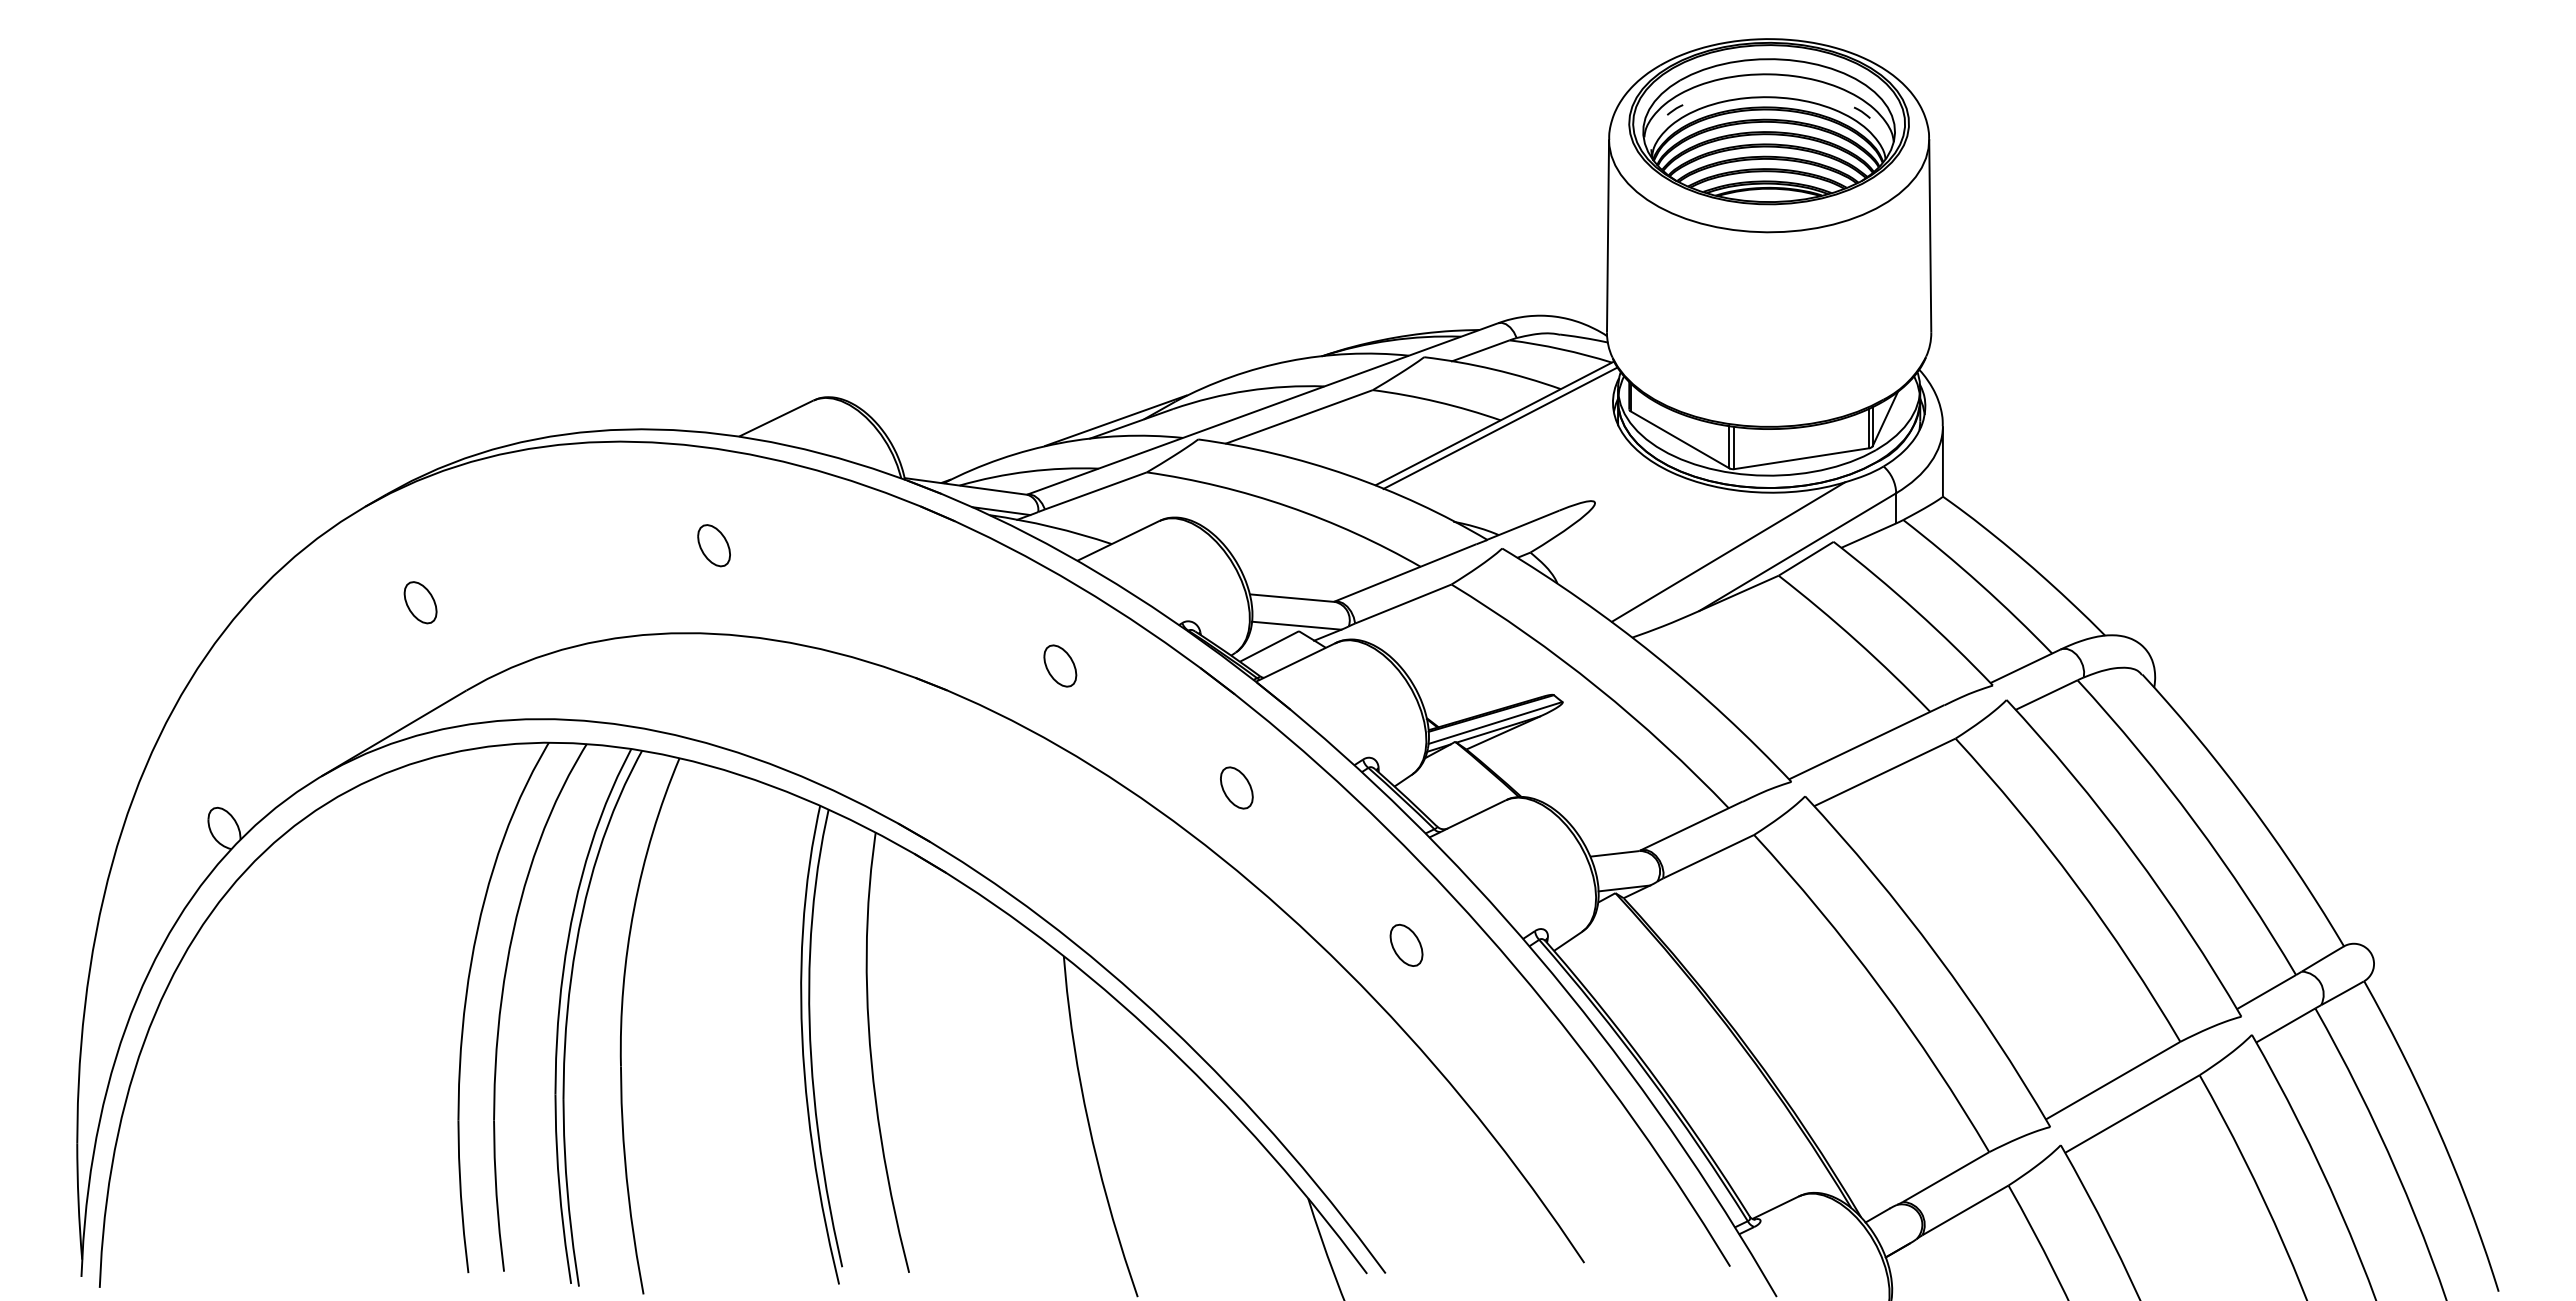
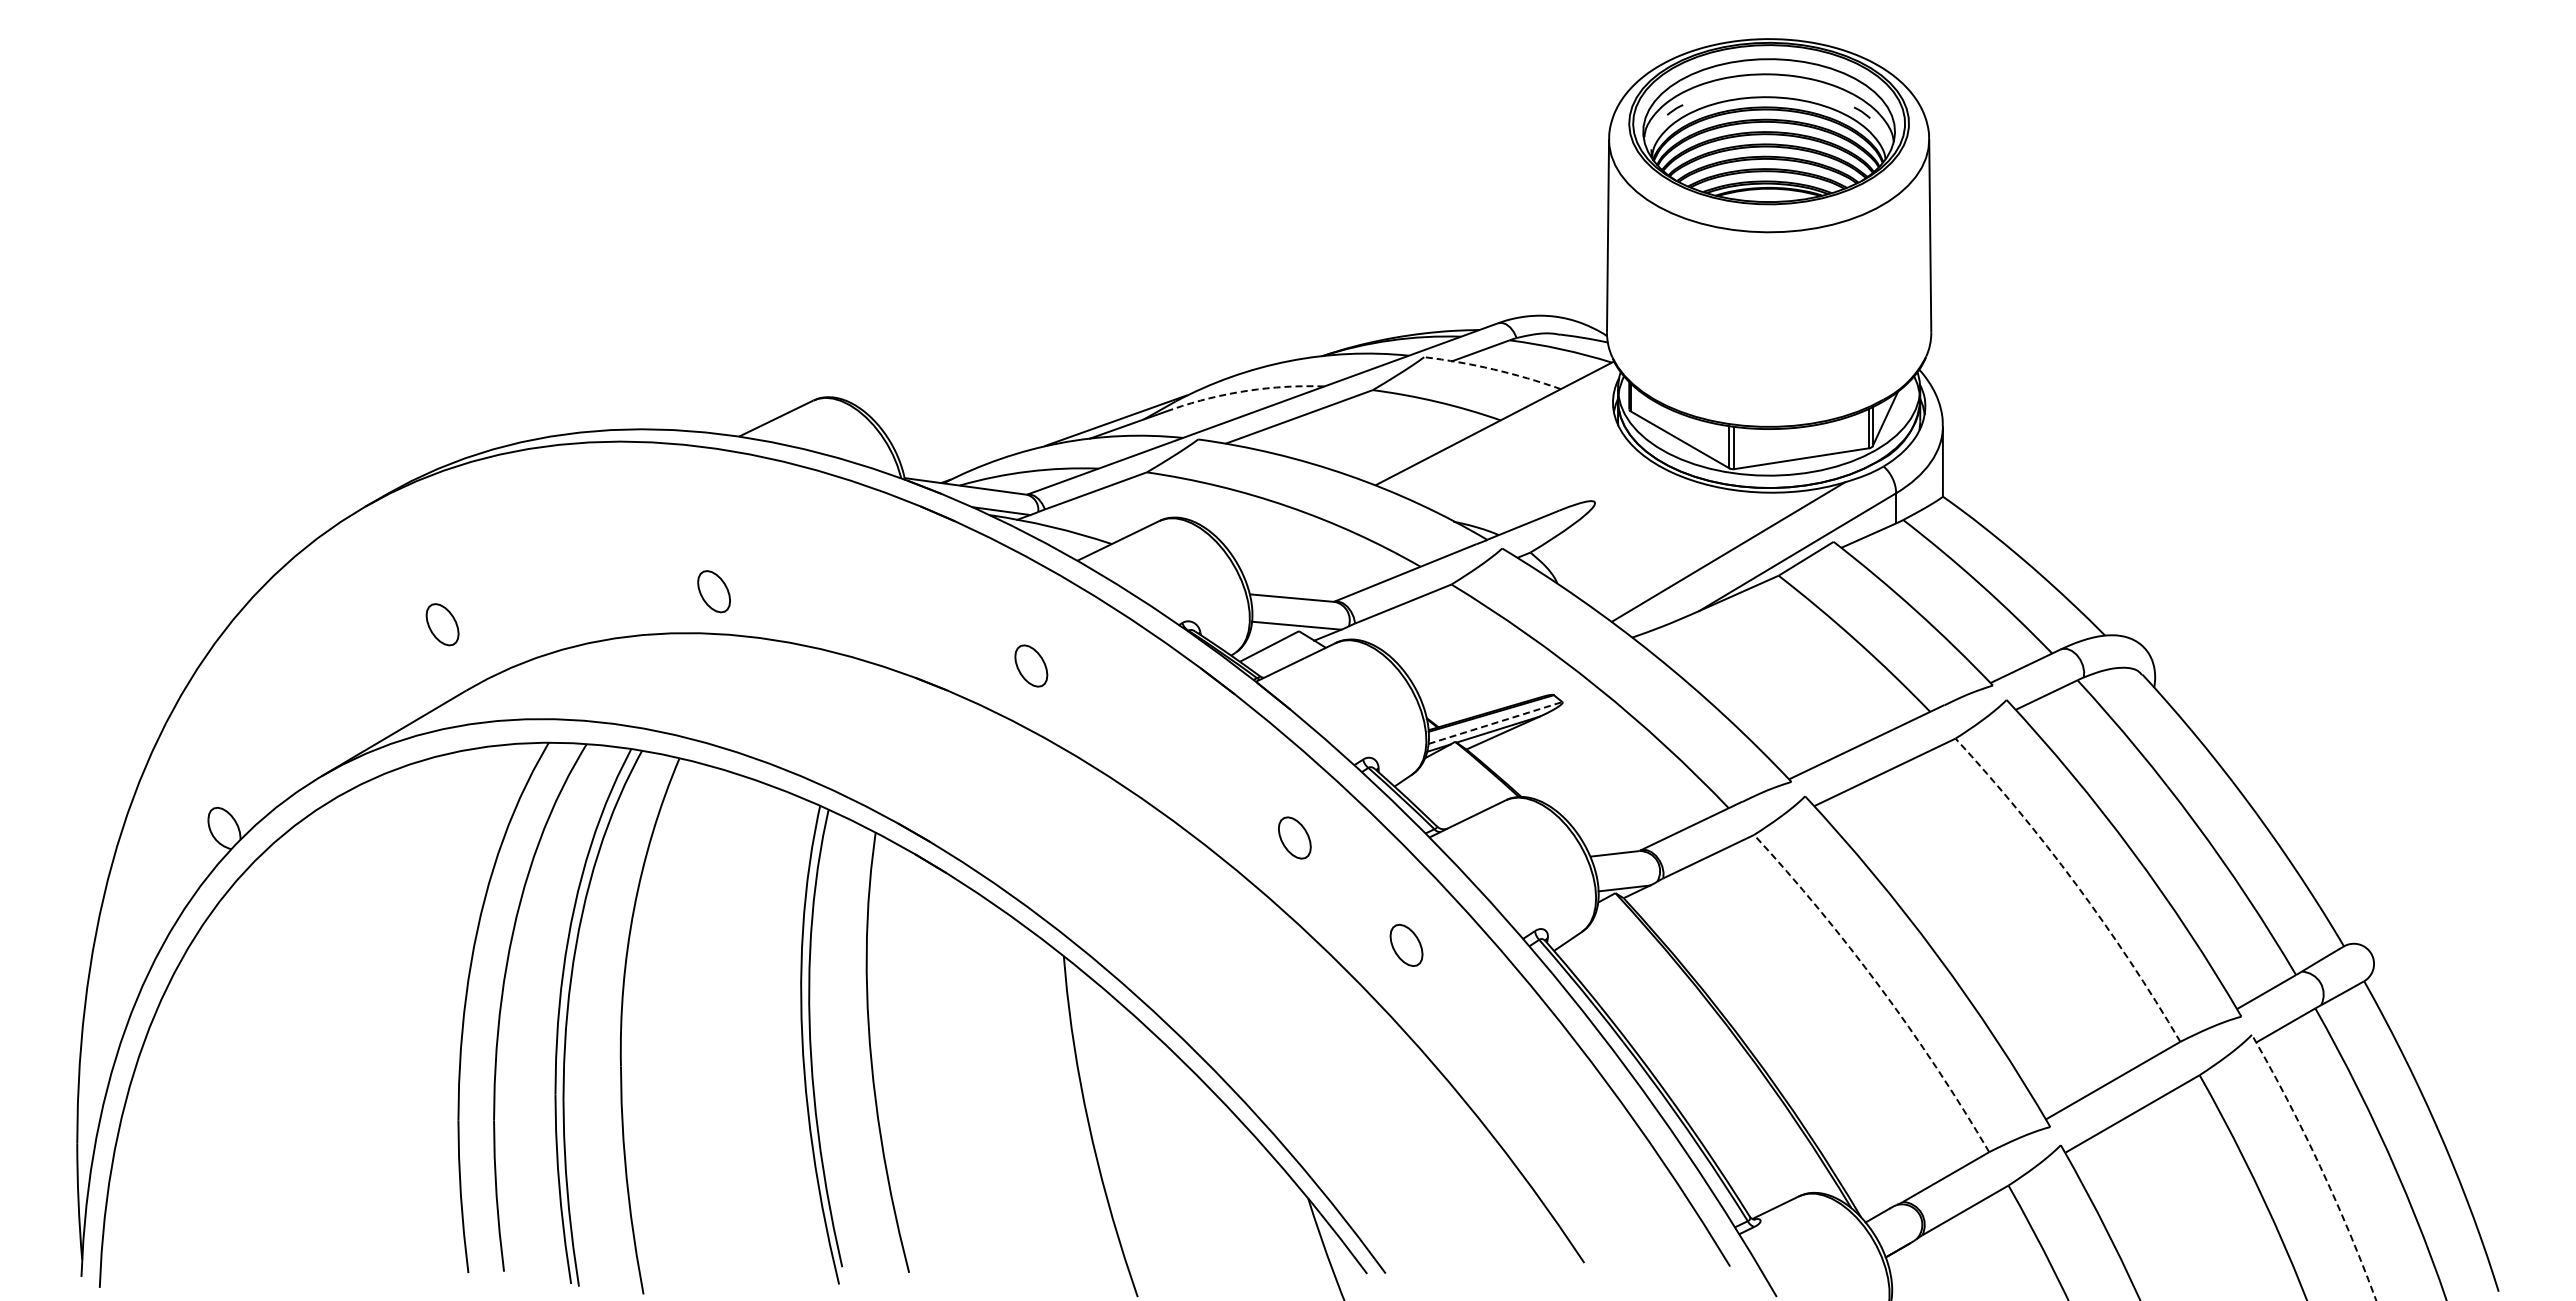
arc at (1493, 369): solid -> dashed
arc at (1247, 390): solid -> dashed
line at (1500, 427): present -> none
part at (713, 545) position: (713, 545) -> (713, 591)
part at (420, 602) position: (420, 602) -> (442, 624)
part at (1060, 665) position: (1060, 665) -> (1031, 665)
line at (1496, 722): solid -> dashed
part at (1236, 787) position: (1236, 787) -> (1294, 837)
arc at (2076, 884): solid -> dashed
arc at (1880, 987): solid -> dashed
arc at (2319, 1165): solid -> dashed
